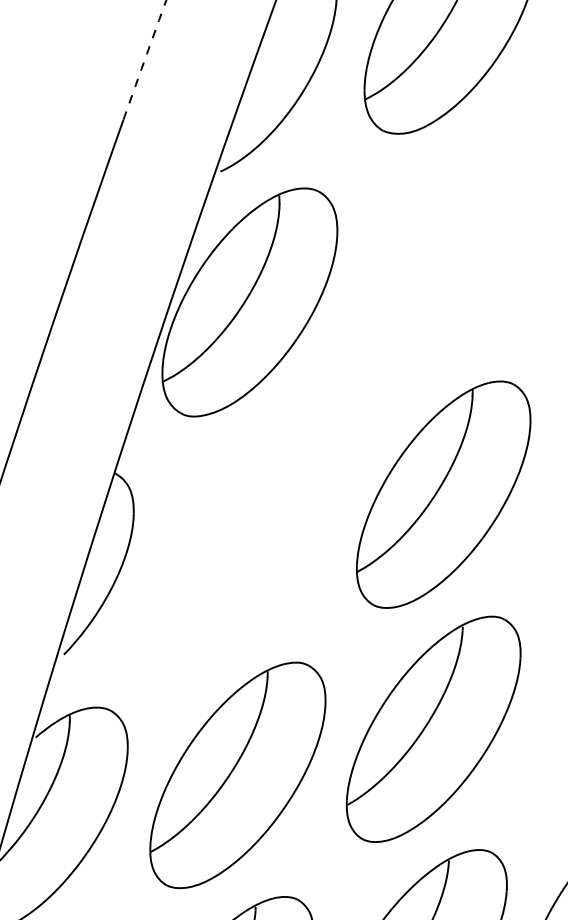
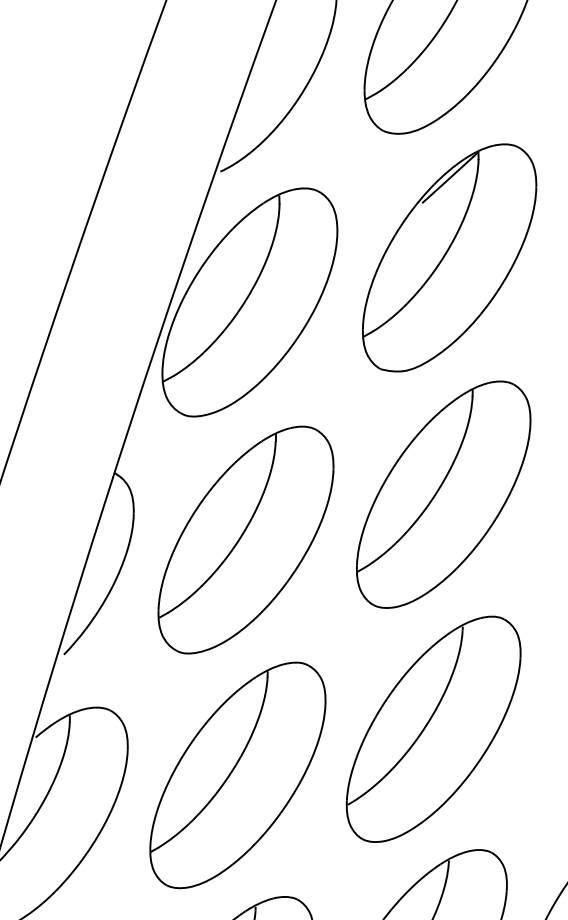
arc at (144, 60): dashed -> solid
part at (449, 257): none -> present
part at (245, 539): none -> present
